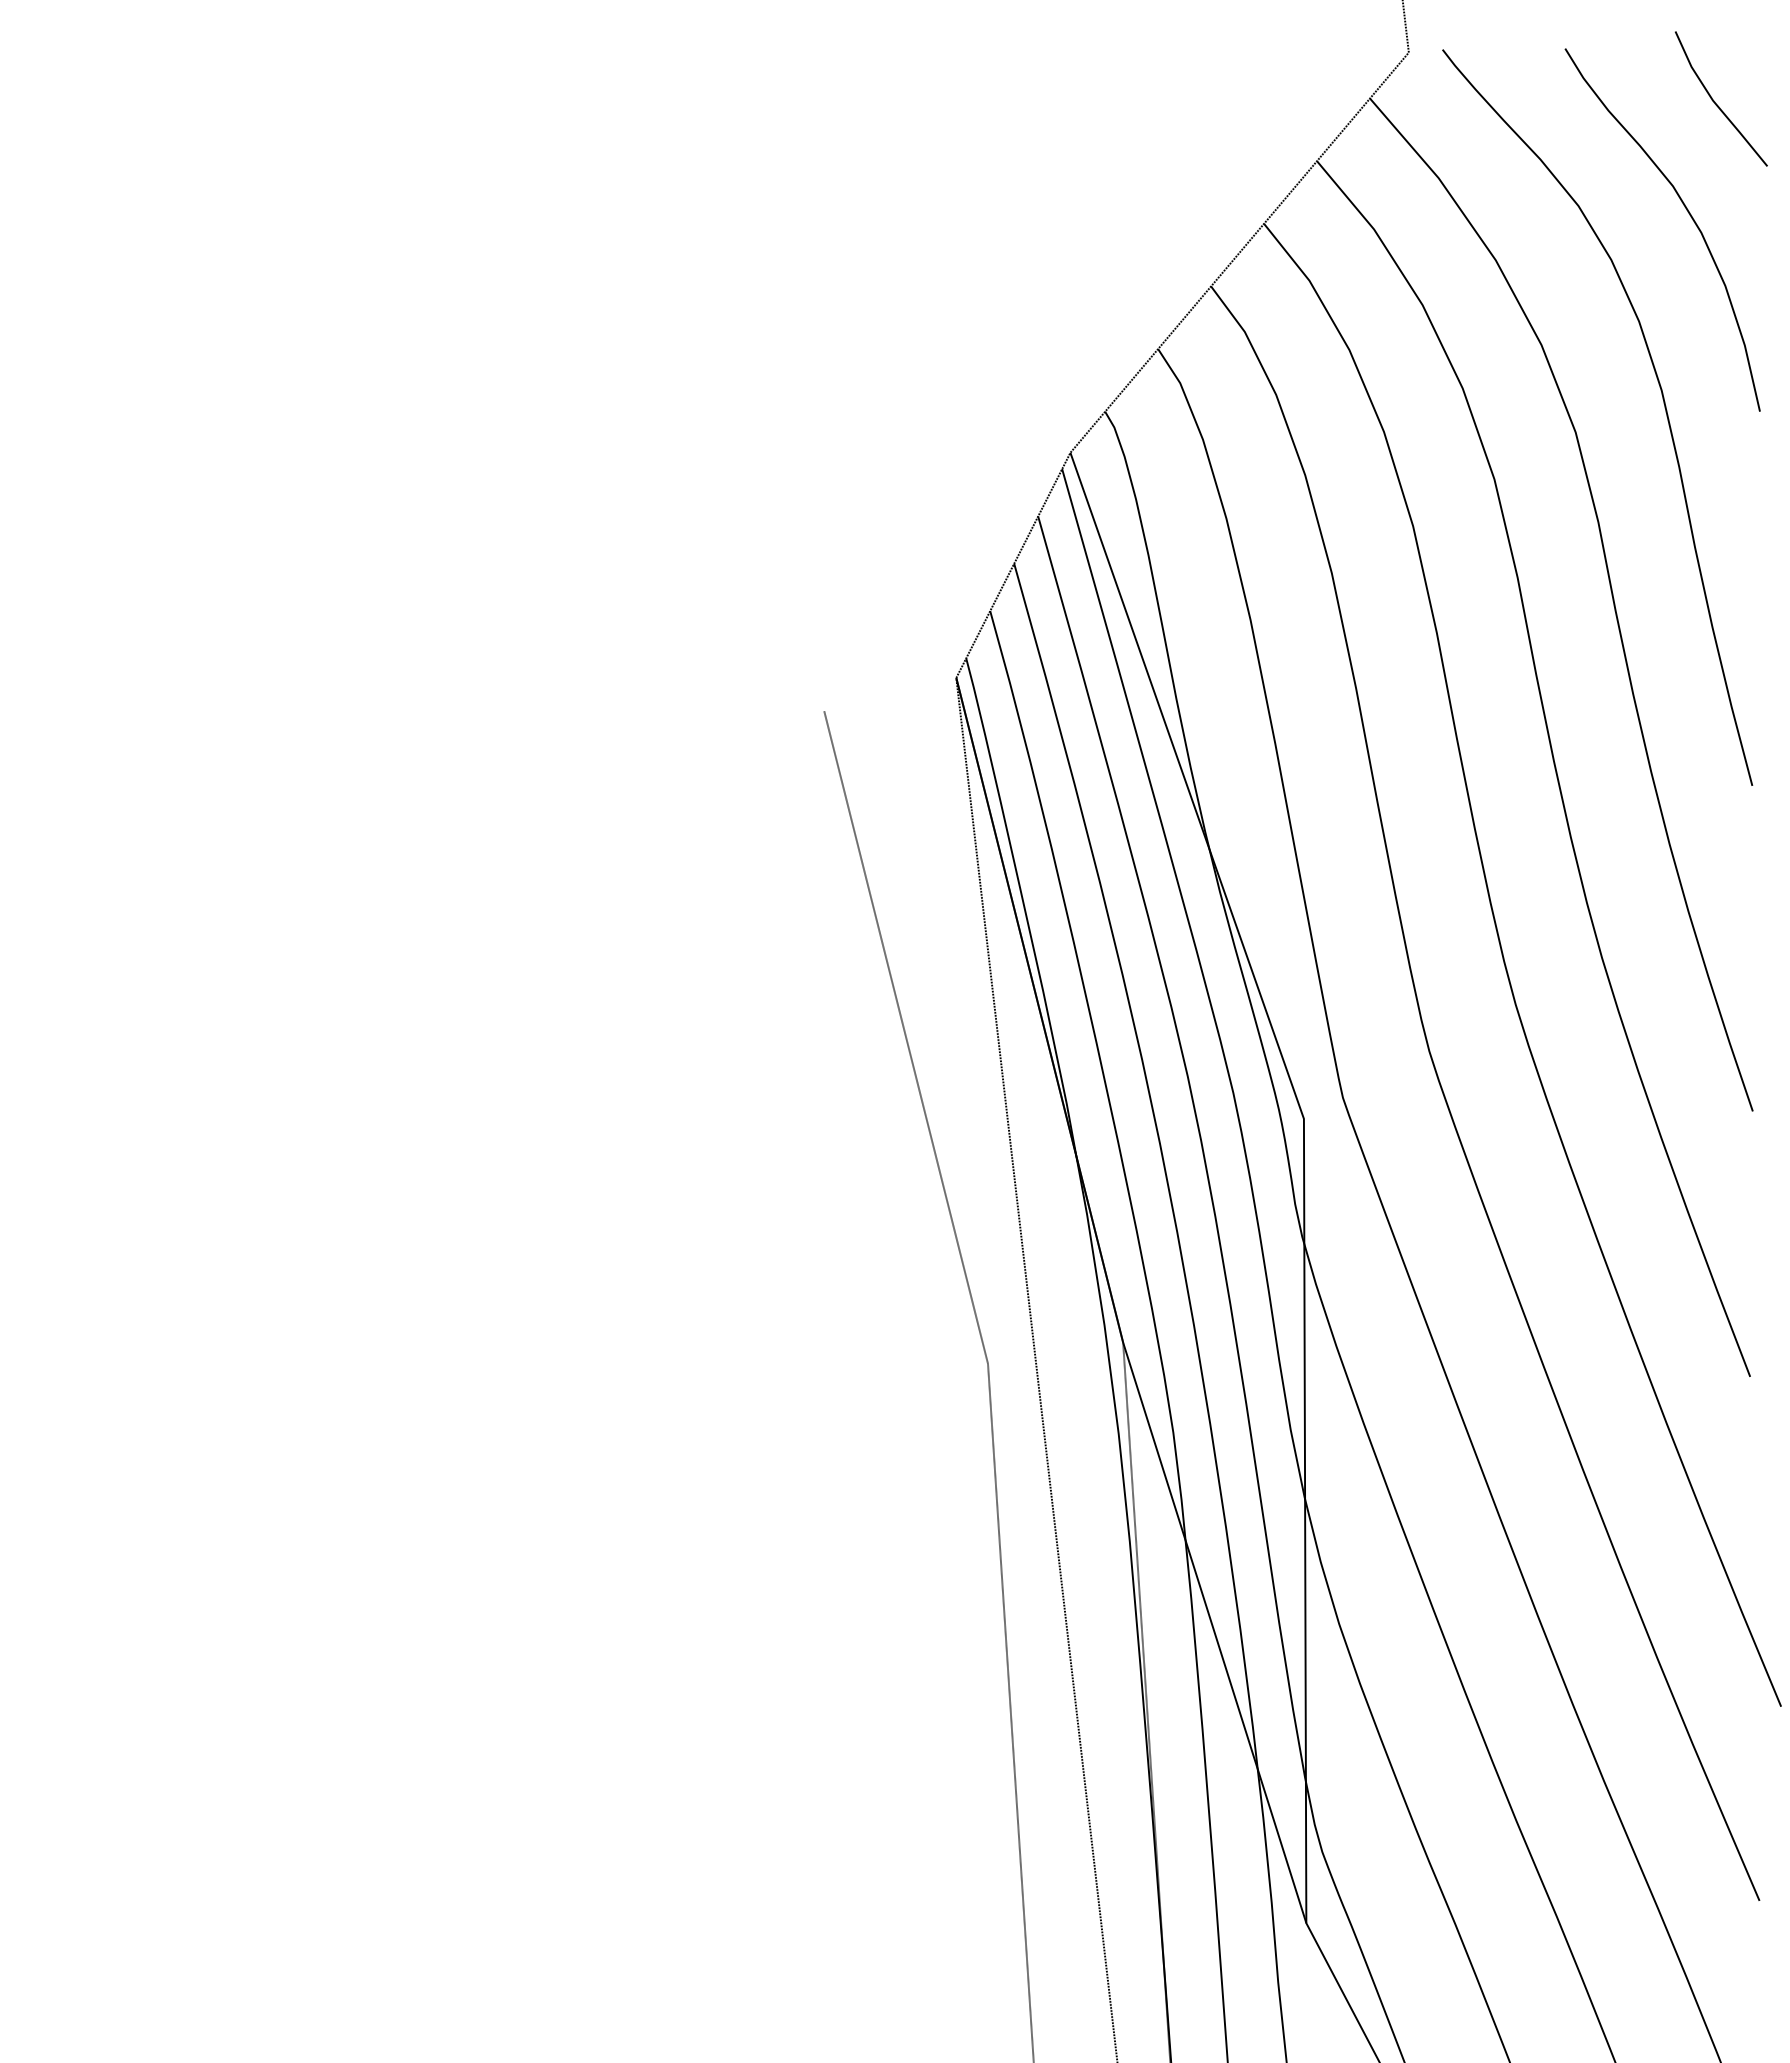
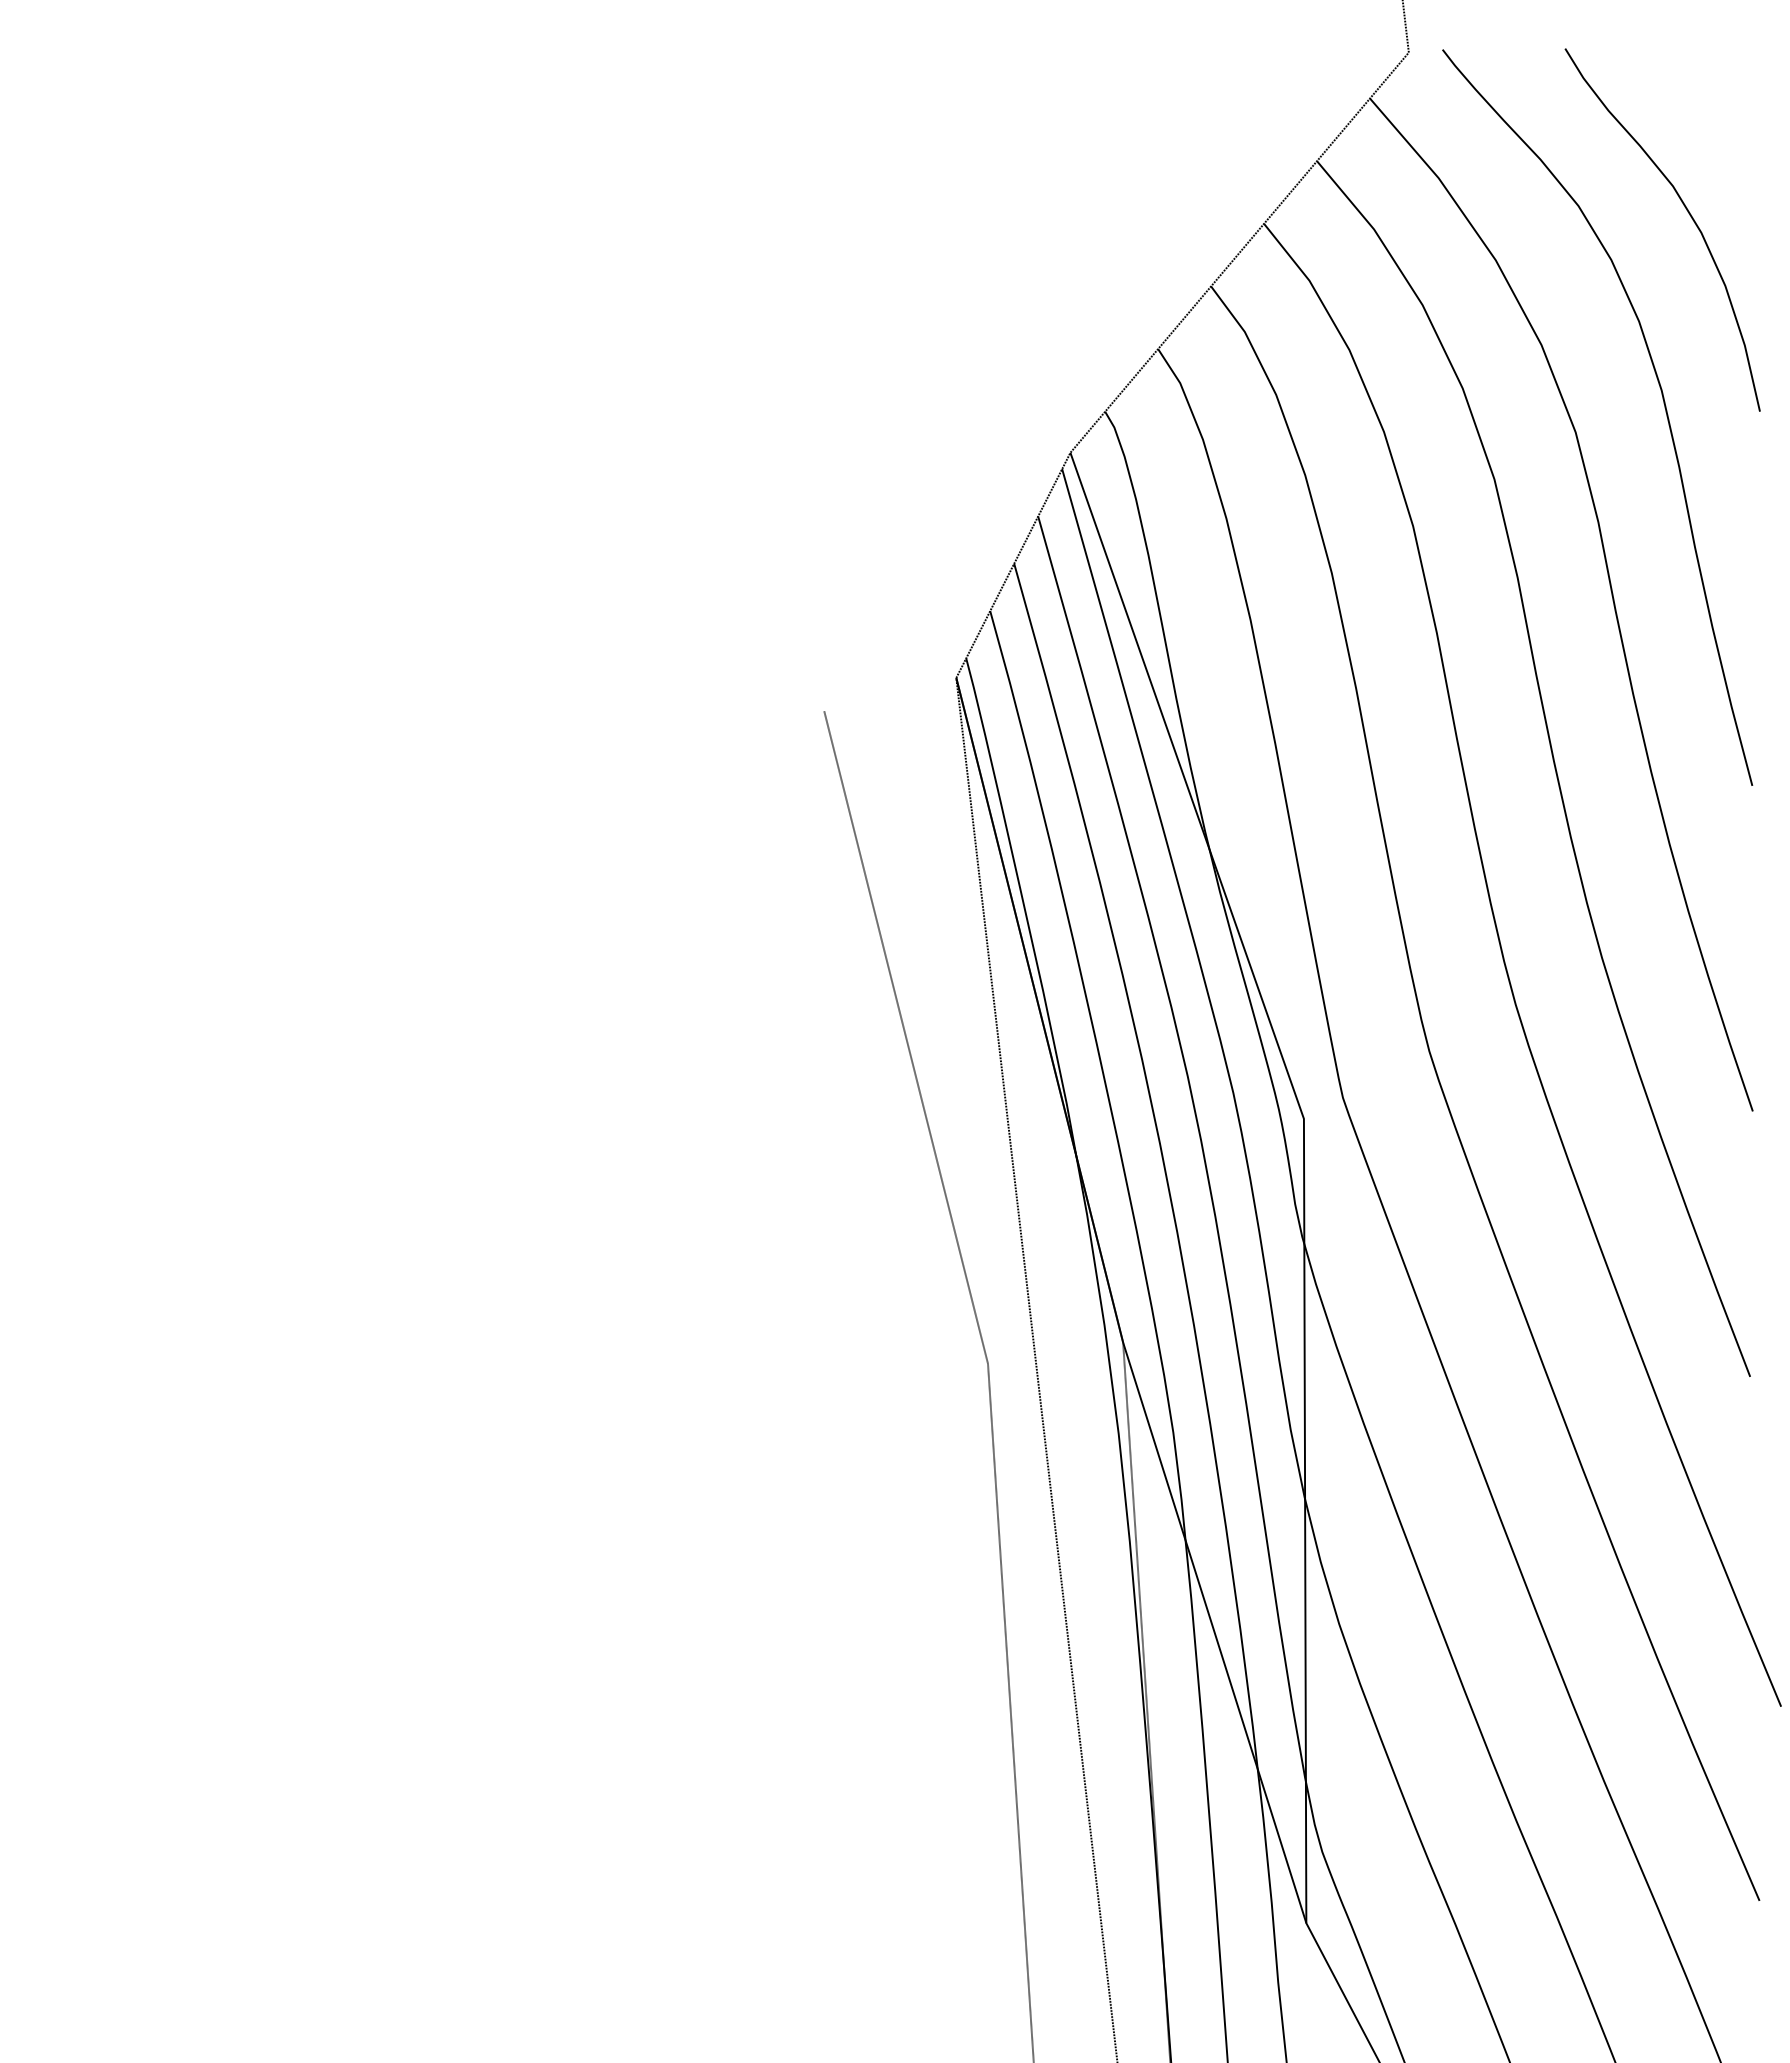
line at (1716, 103): present -> none
